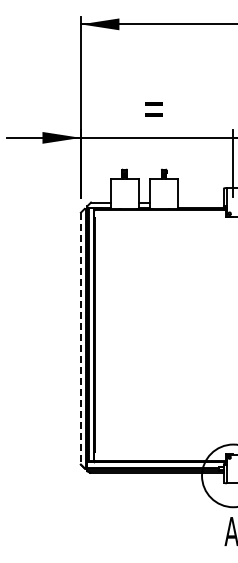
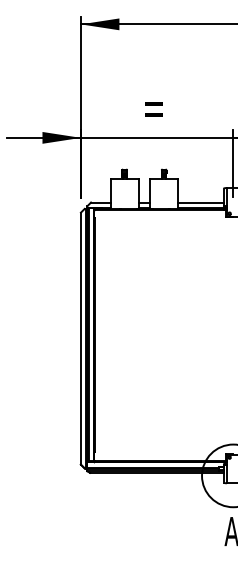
line at (200, 202): none -> present
line at (80, 339): dashed -> solid
